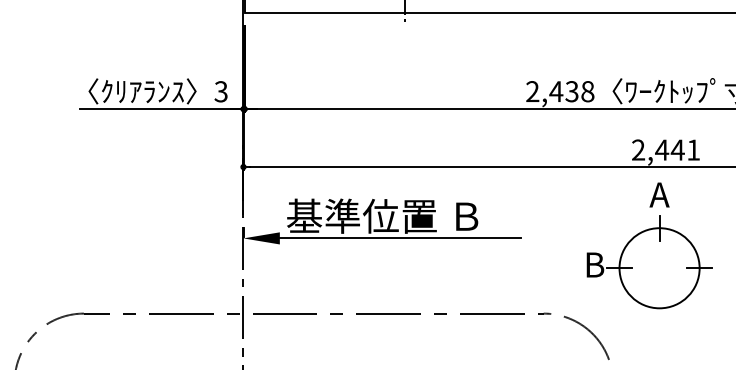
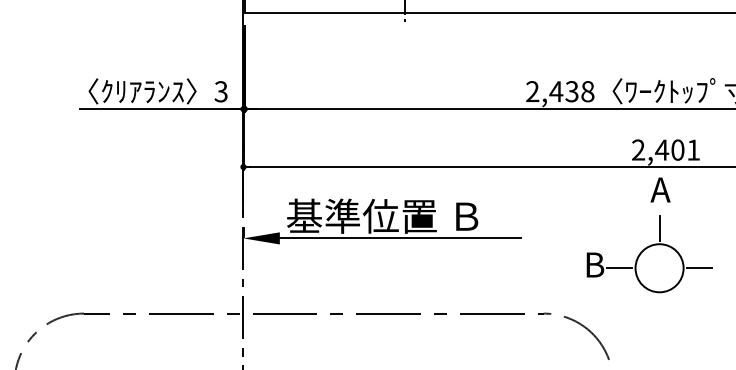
text at (677, 149): 2,441 -> 2,401
text at (659, 194) position: (659, 194) -> (660, 189)
circle at (659, 268) diameter: 80 px -> 48 px
